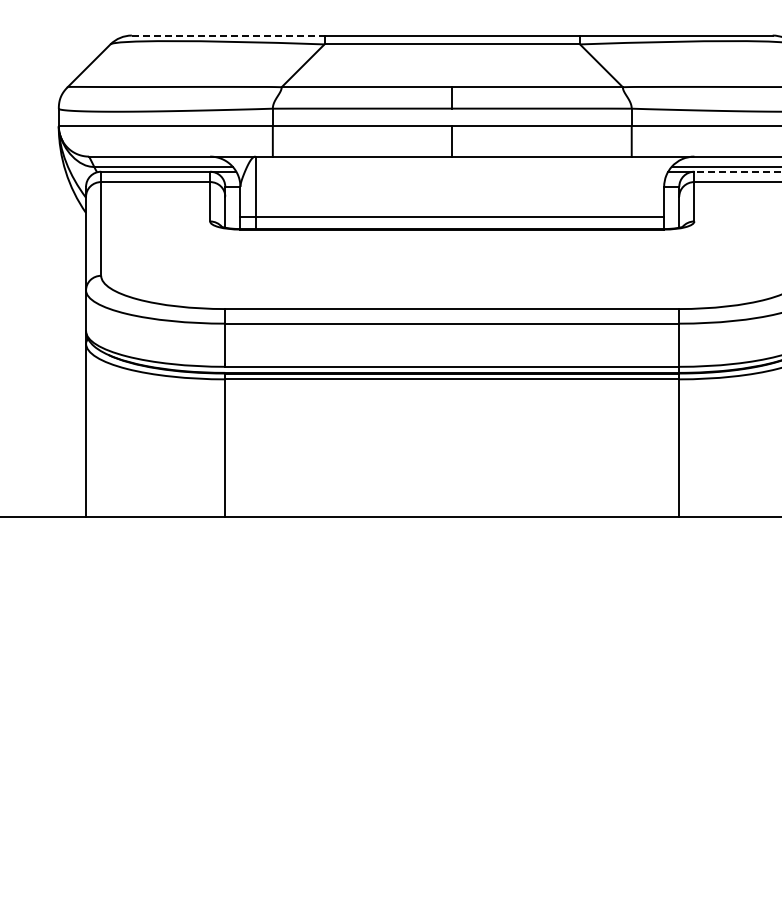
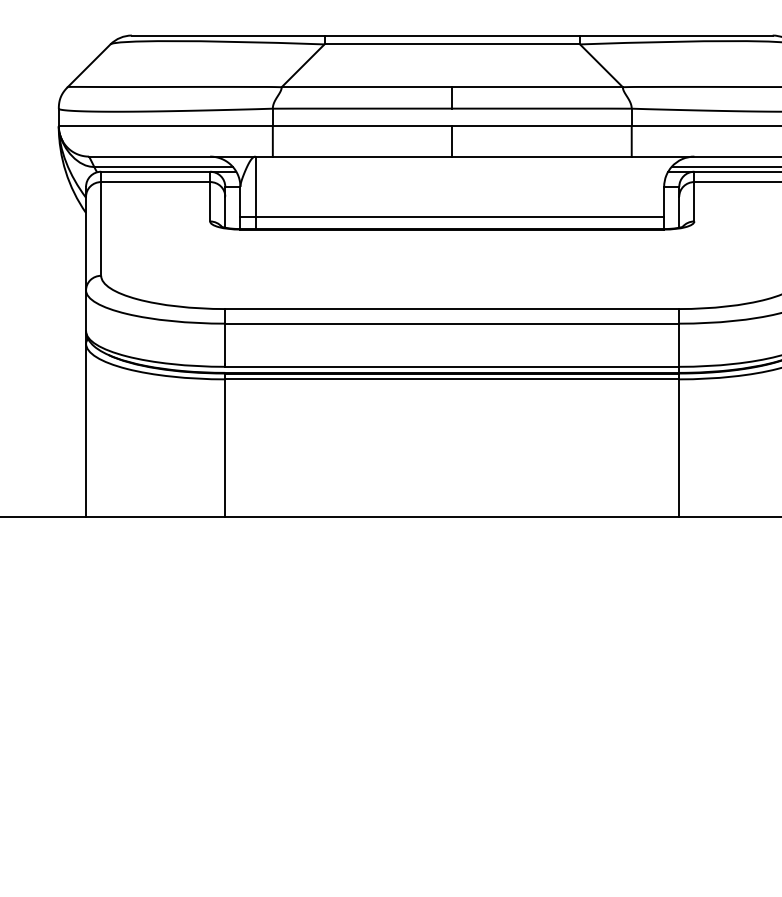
line at (228, 35): dashed -> solid
line at (737, 171): dashed -> solid
